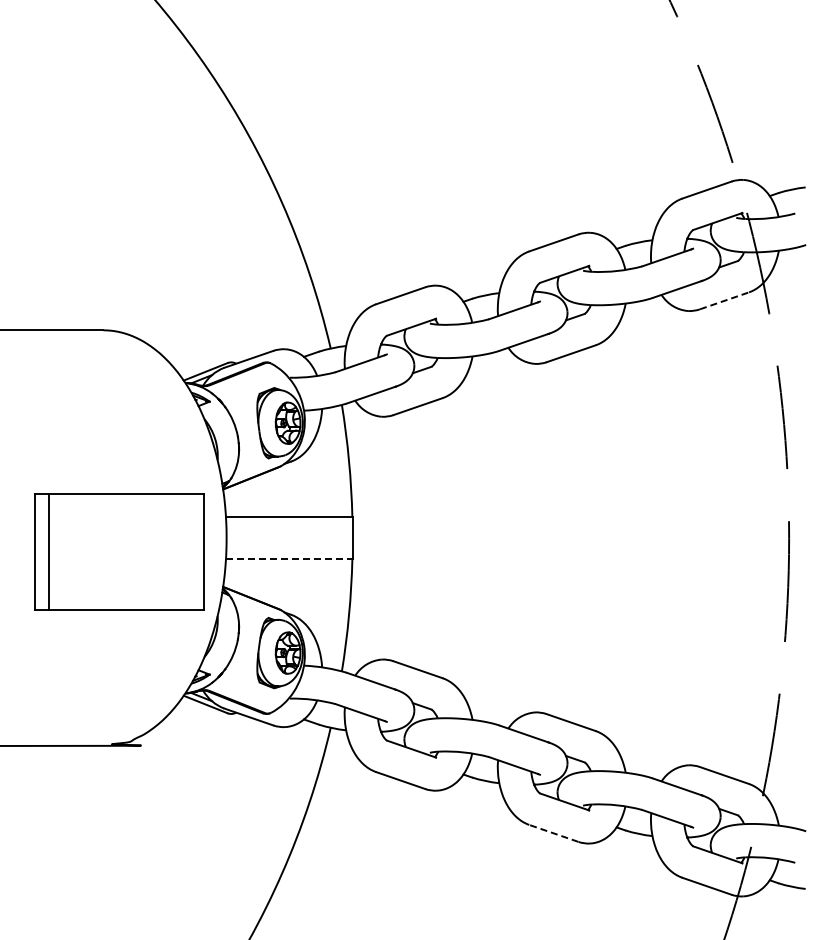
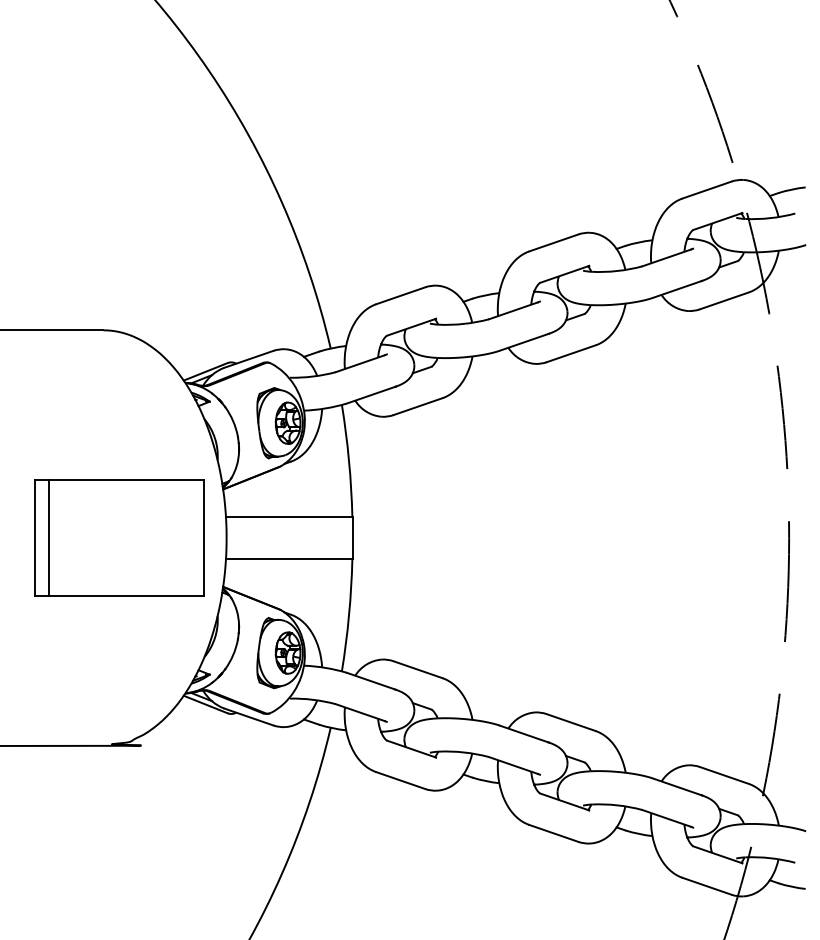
line at (724, 300): dashed -> solid
part at (119, 551) position: (119, 551) -> (119, 537)
line at (289, 558): dashed -> solid
line at (553, 833): dashed -> solid
